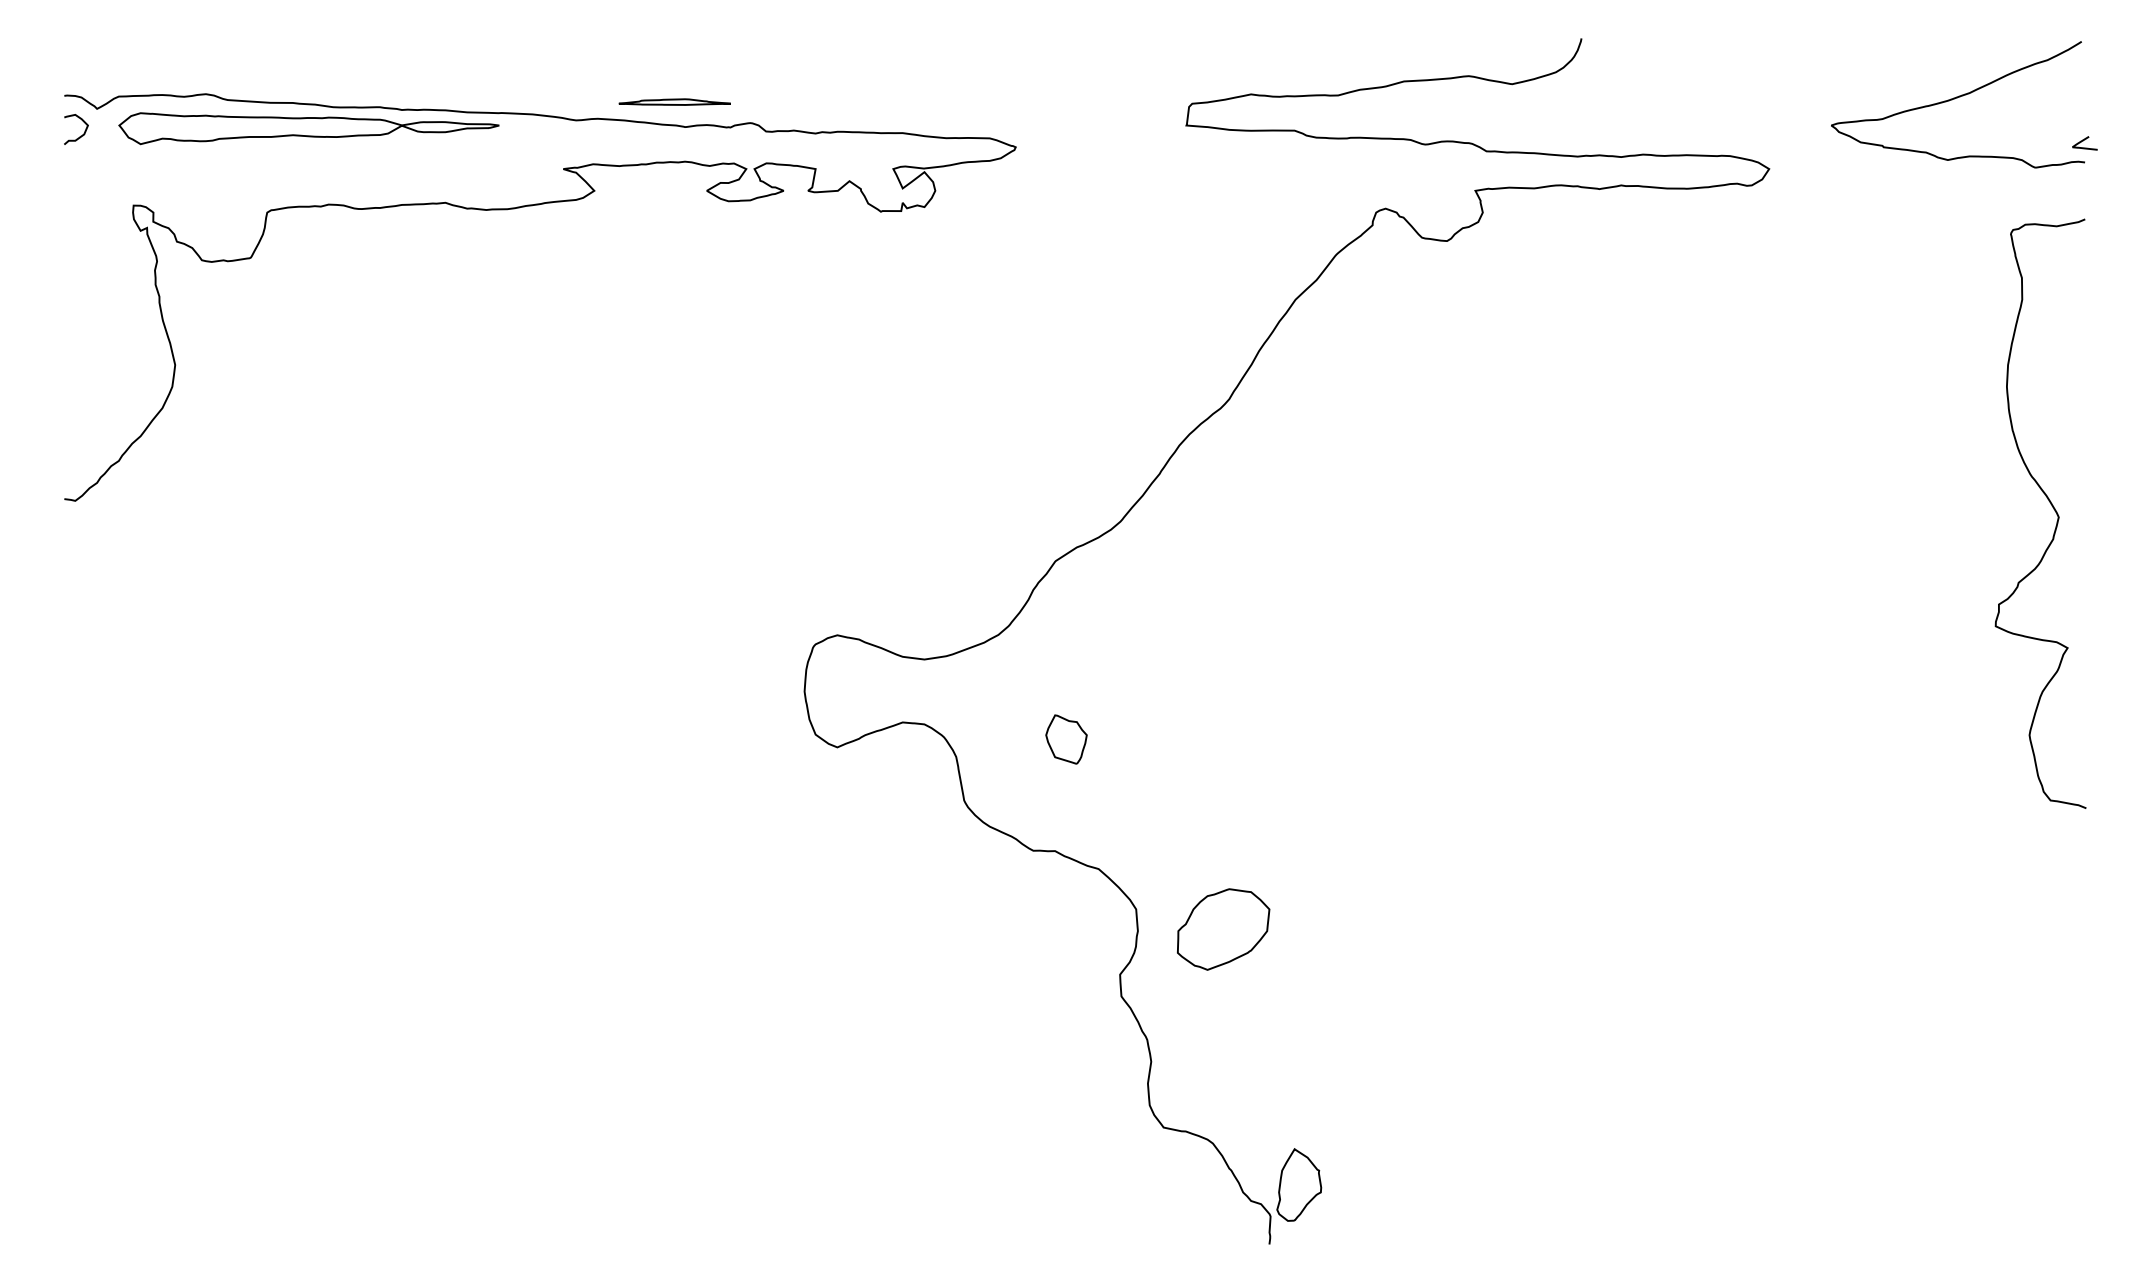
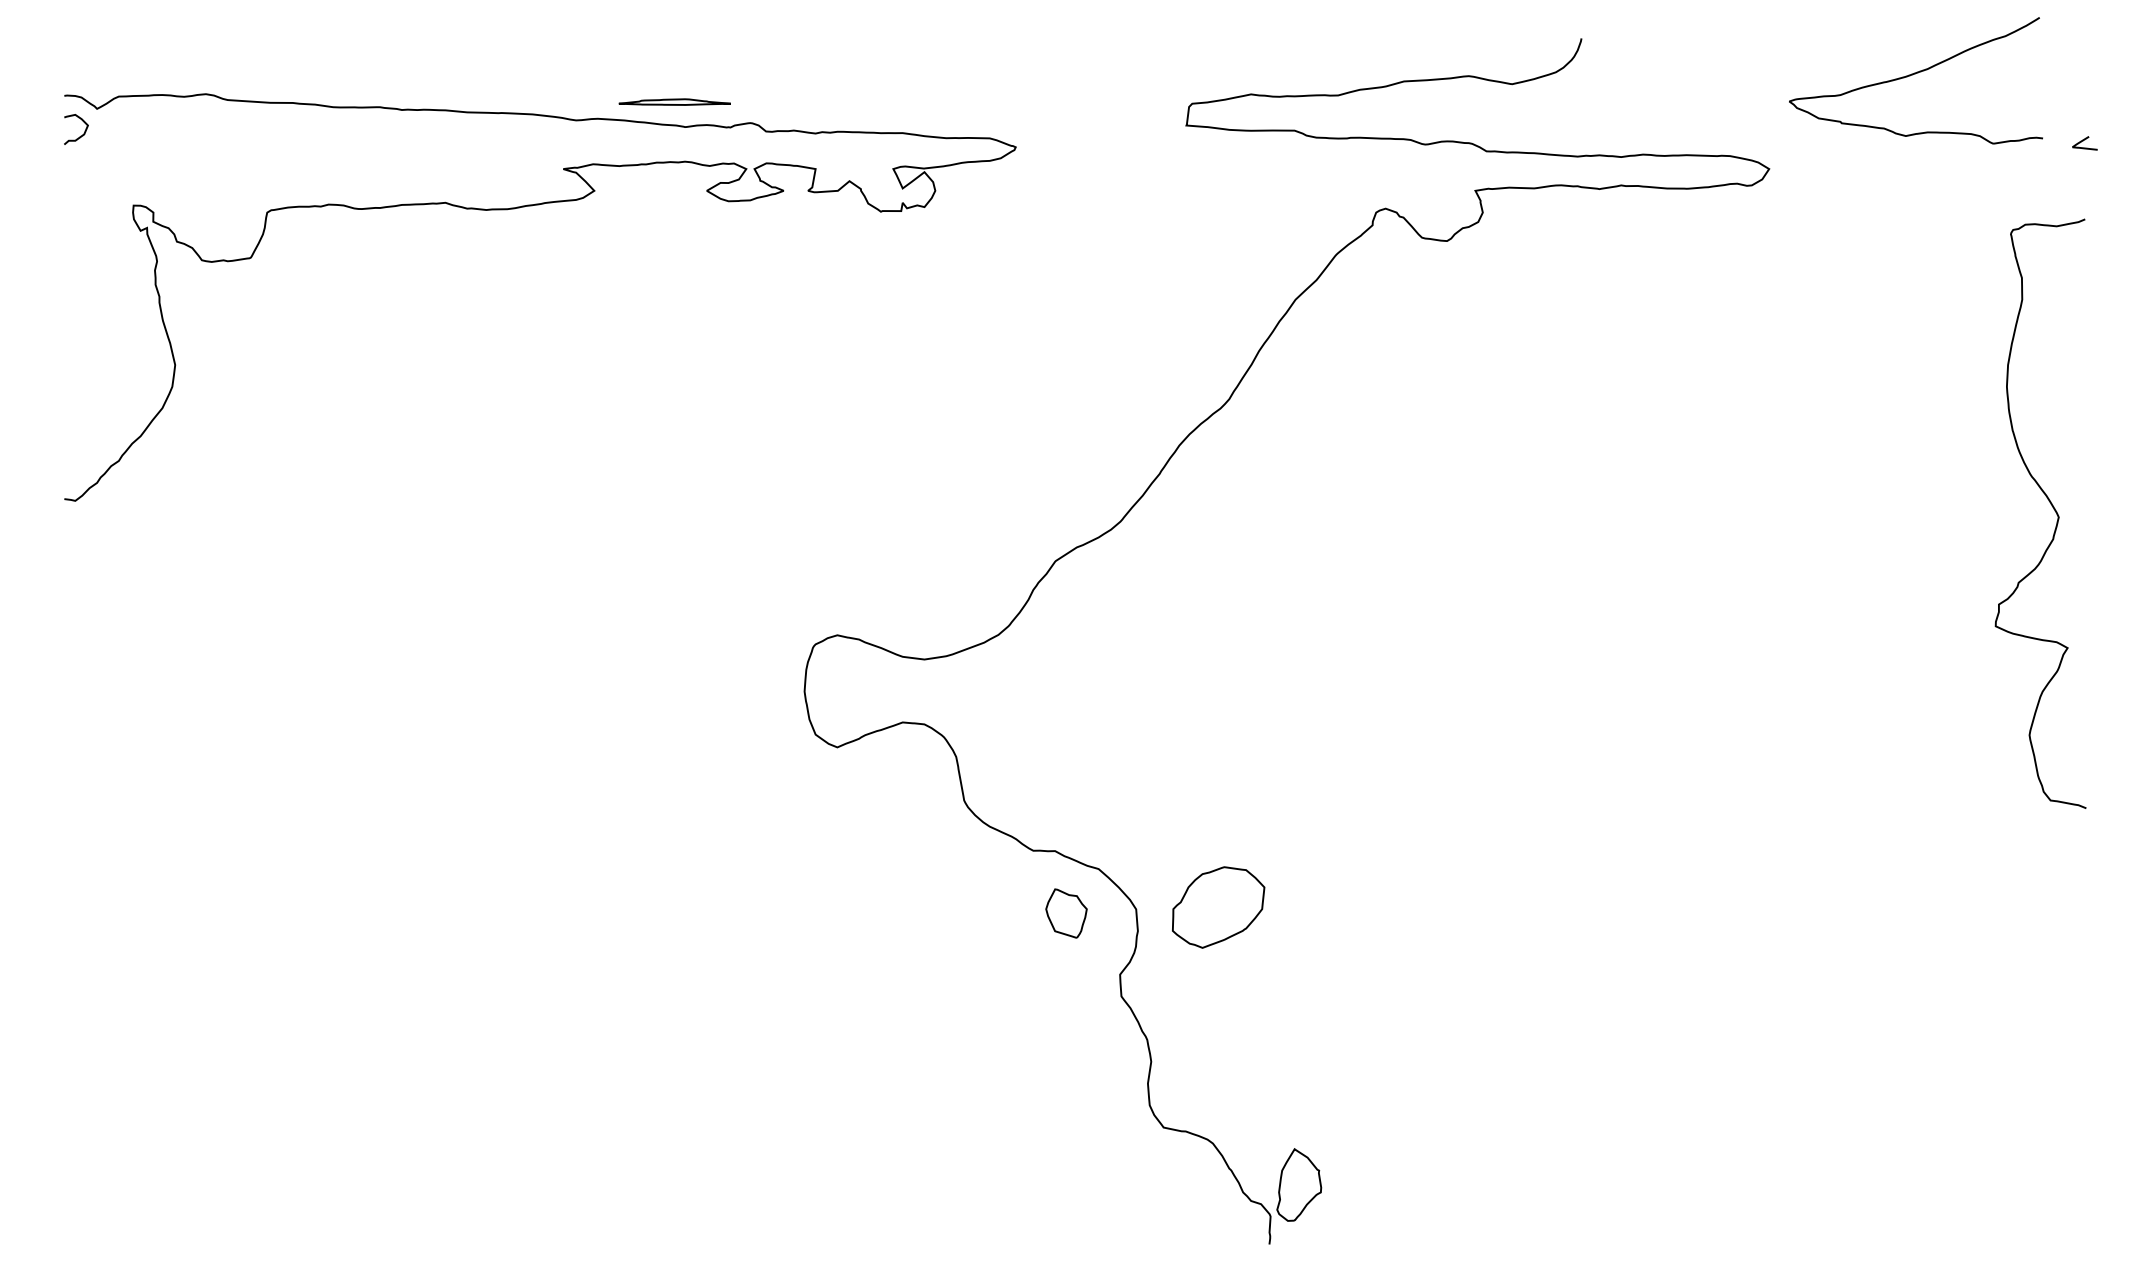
curve at (1954, 99) position: (1954, 99) -> (1912, 75)
part at (308, 128): present -> none
part at (1066, 739) position: (1066, 739) -> (1066, 913)
part at (1223, 929) position: (1223, 929) -> (1218, 907)
